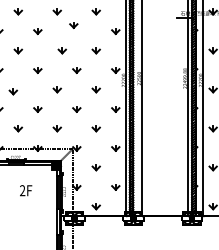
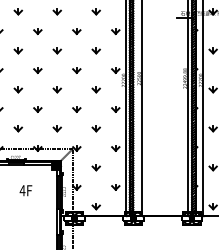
part at (73, 25) position: (73, 25) -> (76, 31)
part at (61, 50) position: (61, 50) -> (56, 50)
part at (13, 91) position: (13, 91) -> (18, 89)
text at (22, 190): 2F -> 4F
